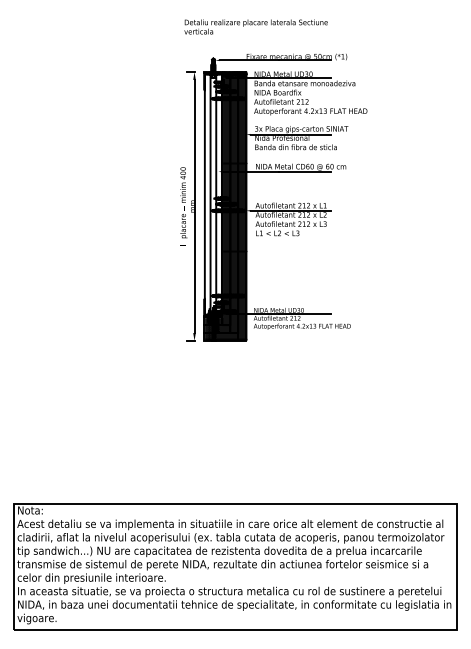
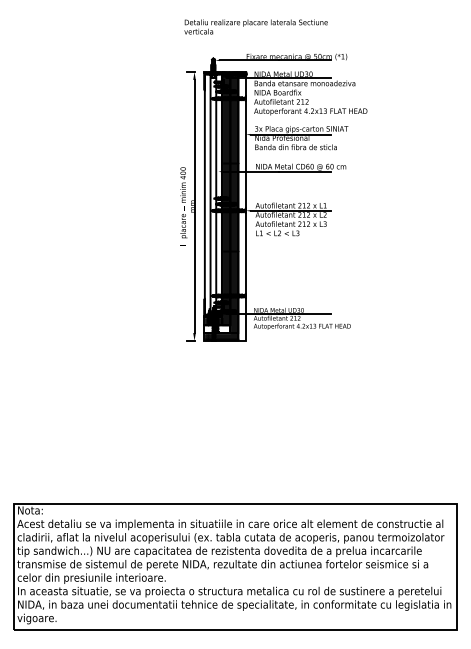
hatch at (242, 208): present -> none
hatch at (217, 328): present -> none
